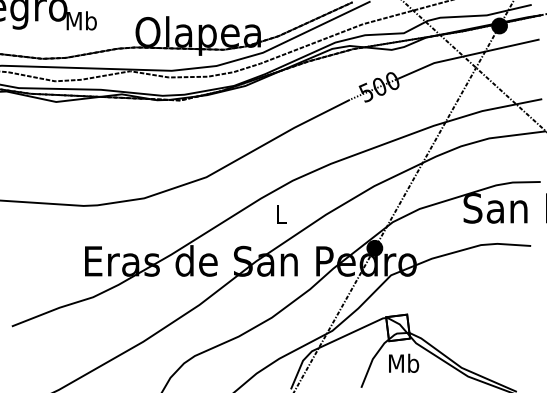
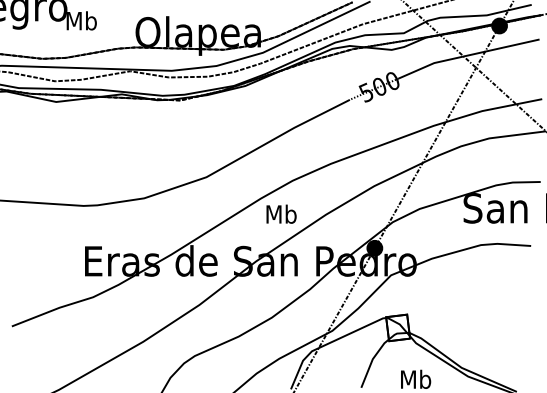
text at (281, 213): L -> Mb
text at (404, 362) position: (404, 362) -> (416, 378)
